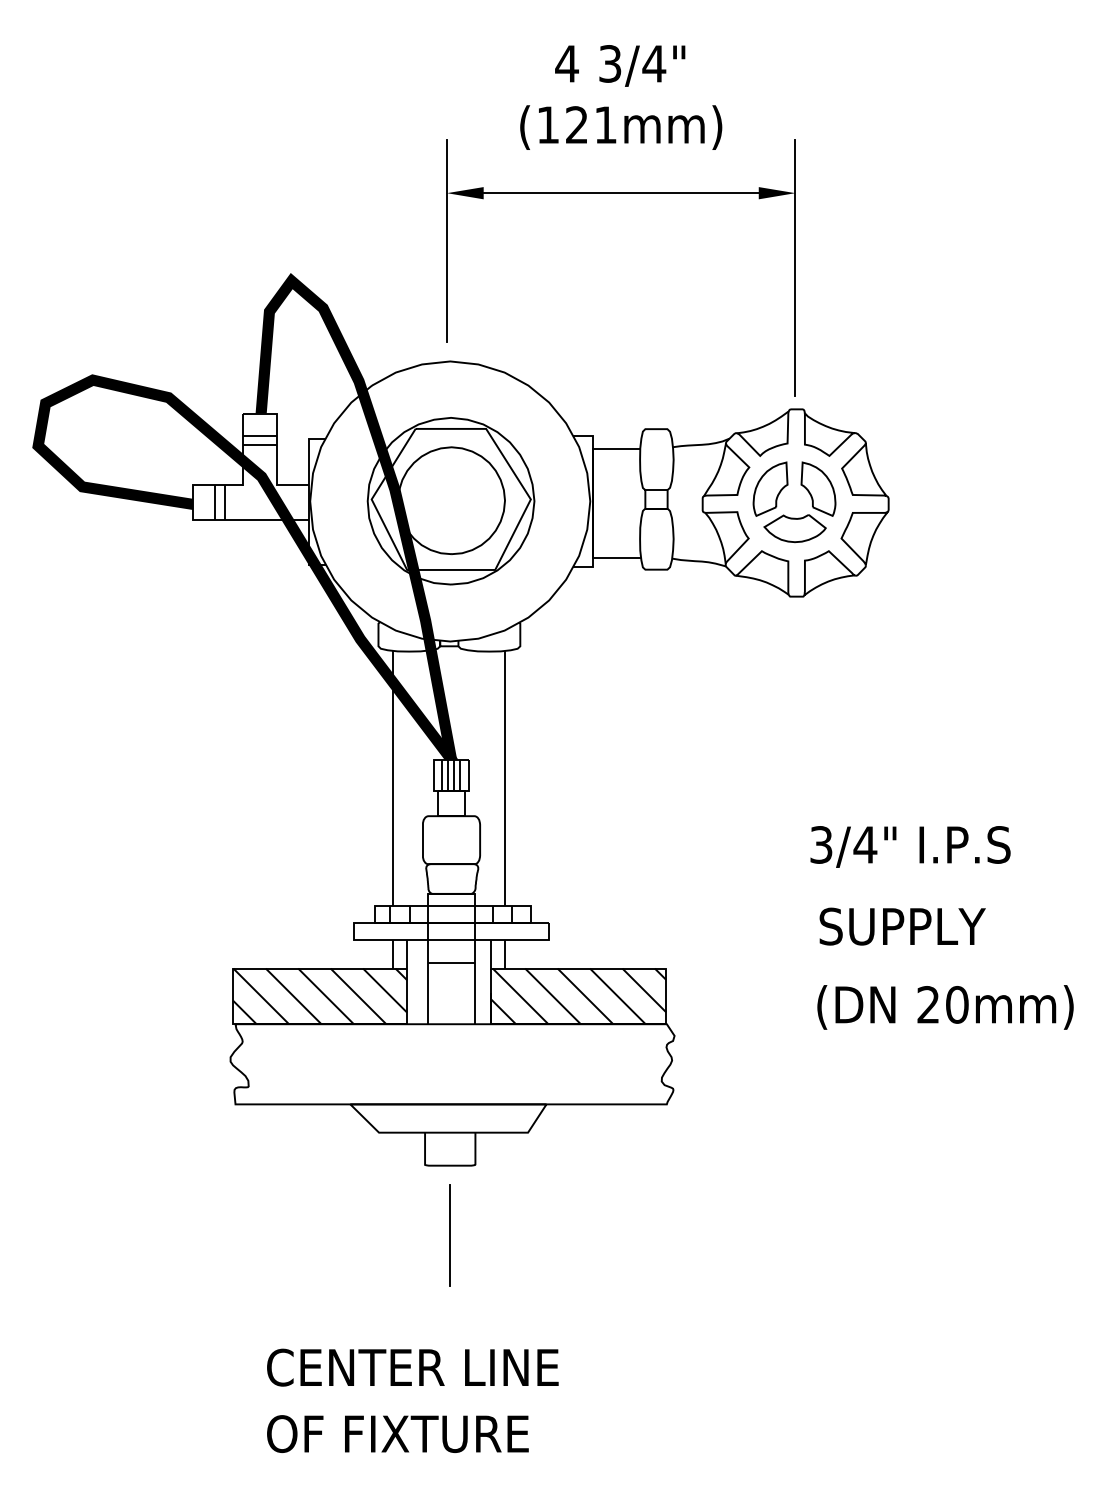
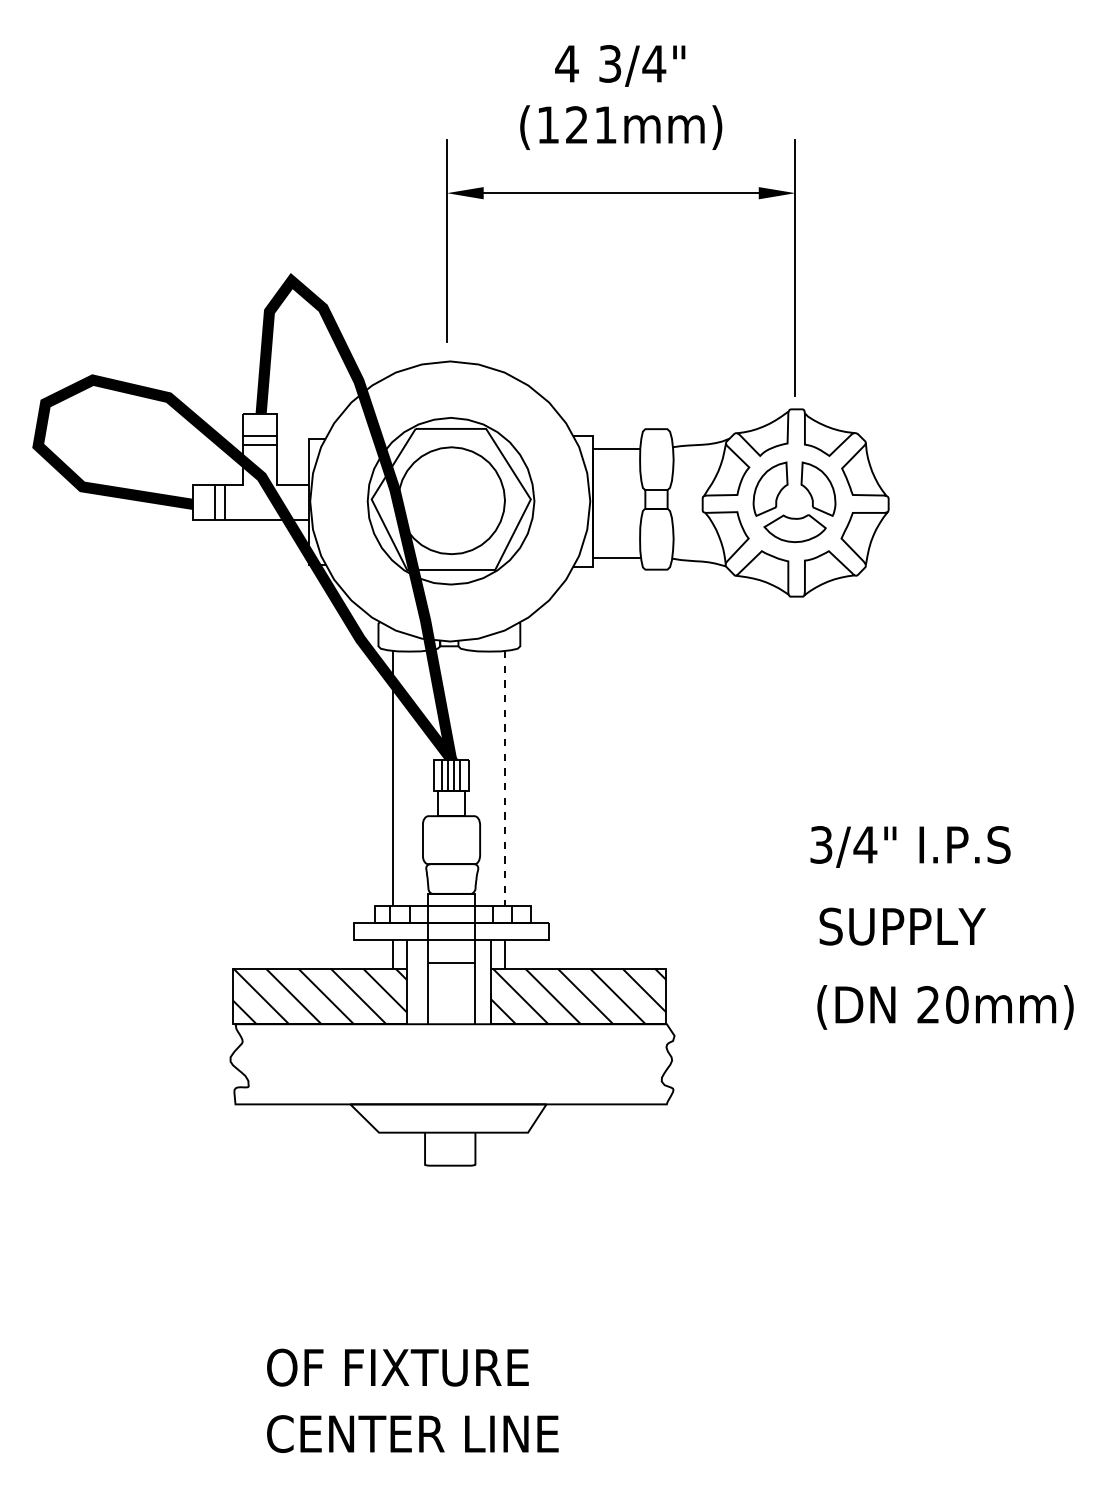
line at (505, 778): solid -> dashed
line at (450, 1235): present -> none
text at (415, 1367): CENTER LINE -> OF FIXTURE
text at (415, 1434): OF FIXTURE -> CENTER LINE
